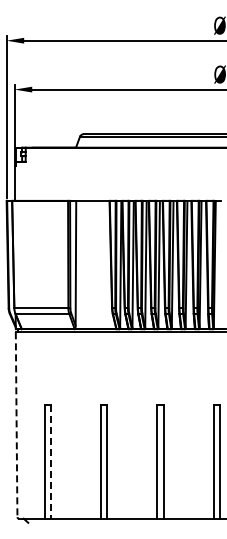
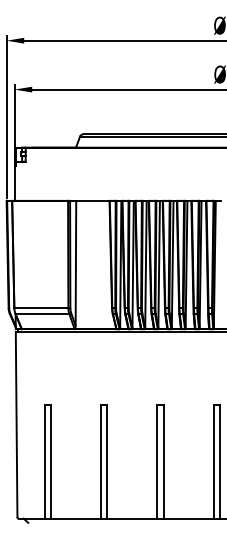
line at (16, 425): dashed -> solid
line at (50, 462): dashed -> solid
